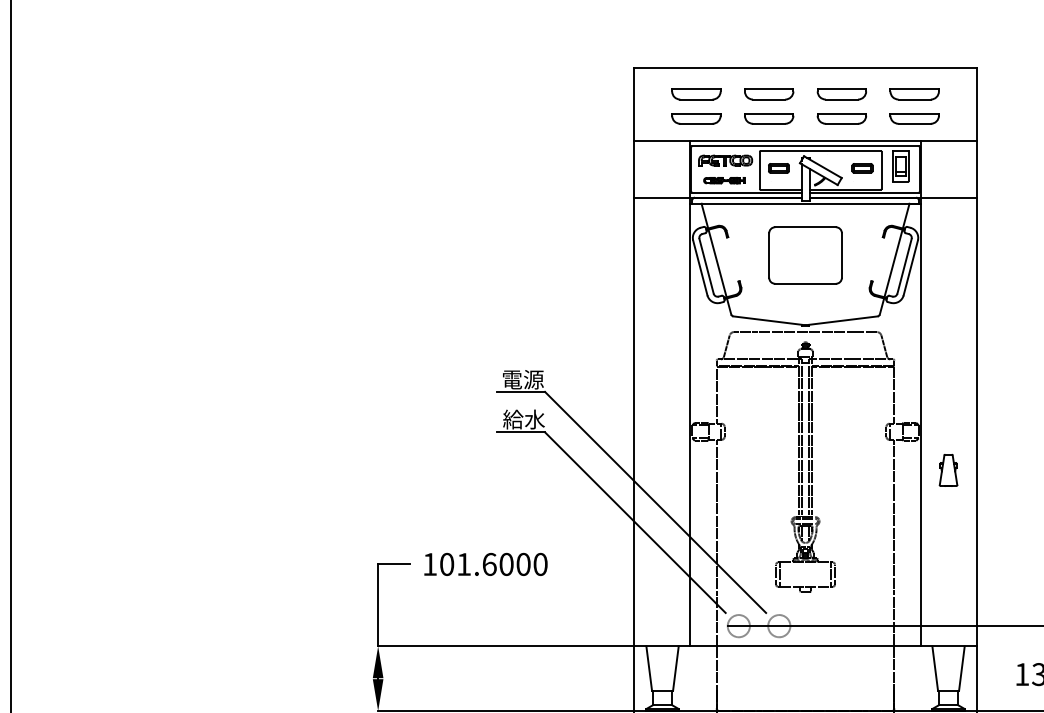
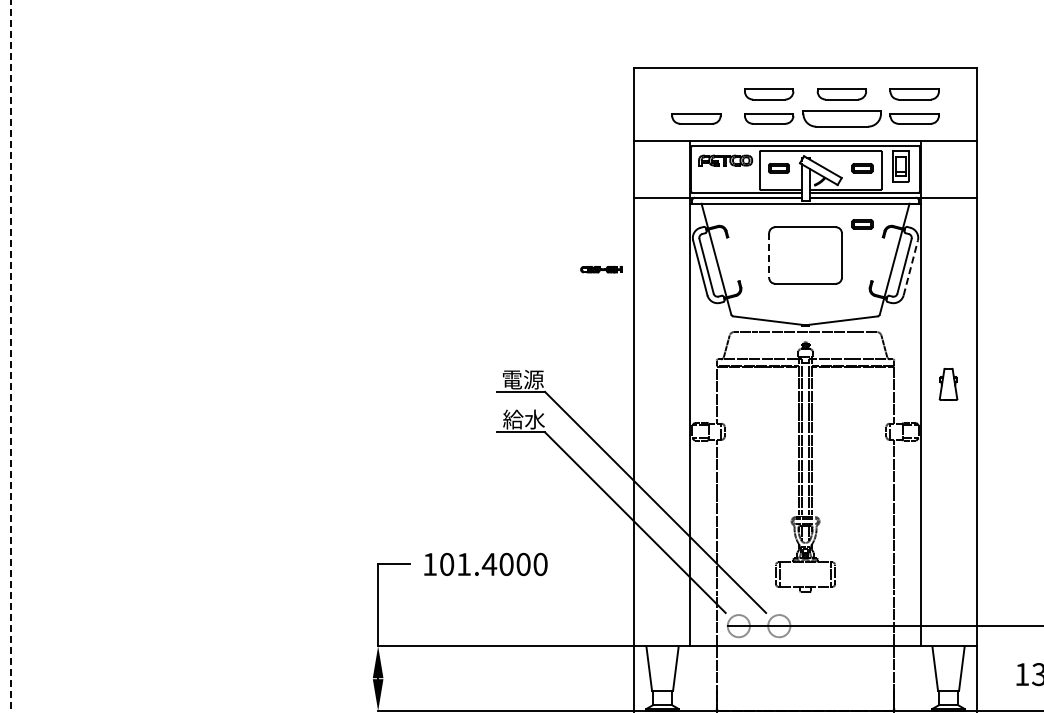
part at (696, 94): present -> none
part at (841, 118) size: 51x12 px -> 80x18 px
part at (724, 180) position: (724, 180) -> (601, 269)
part at (862, 224): none -> present
line at (769, 256): solid -> dashed
line at (910, 267): solid -> dashed
line at (10, 356): solid -> dashed
part at (948, 470) position: (948, 470) -> (948, 384)
text at (489, 564): 101.6000 -> 101.4000
